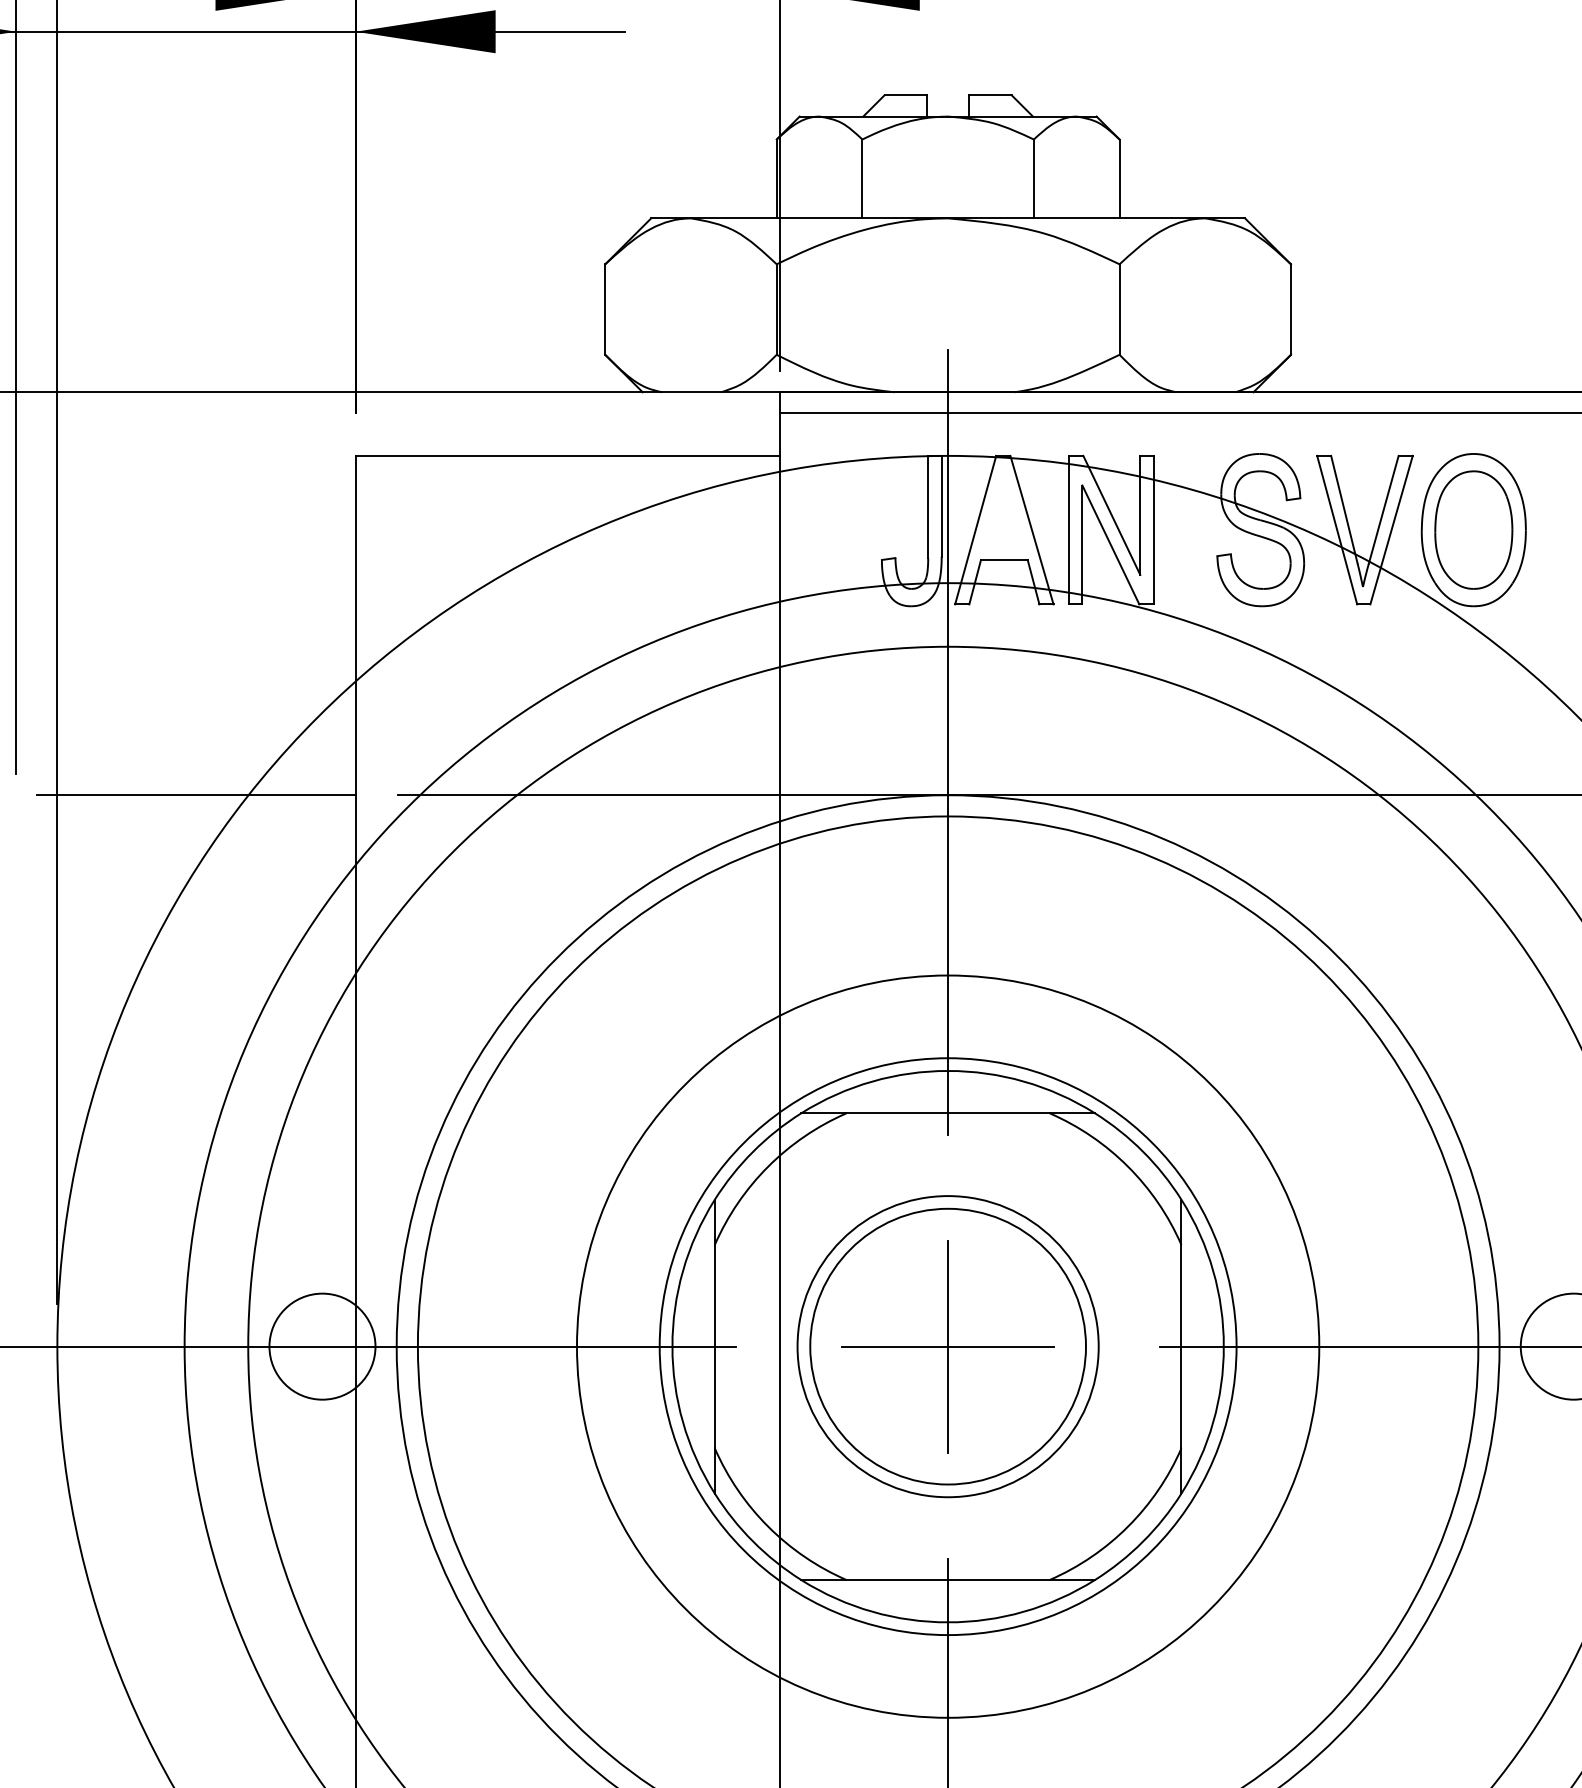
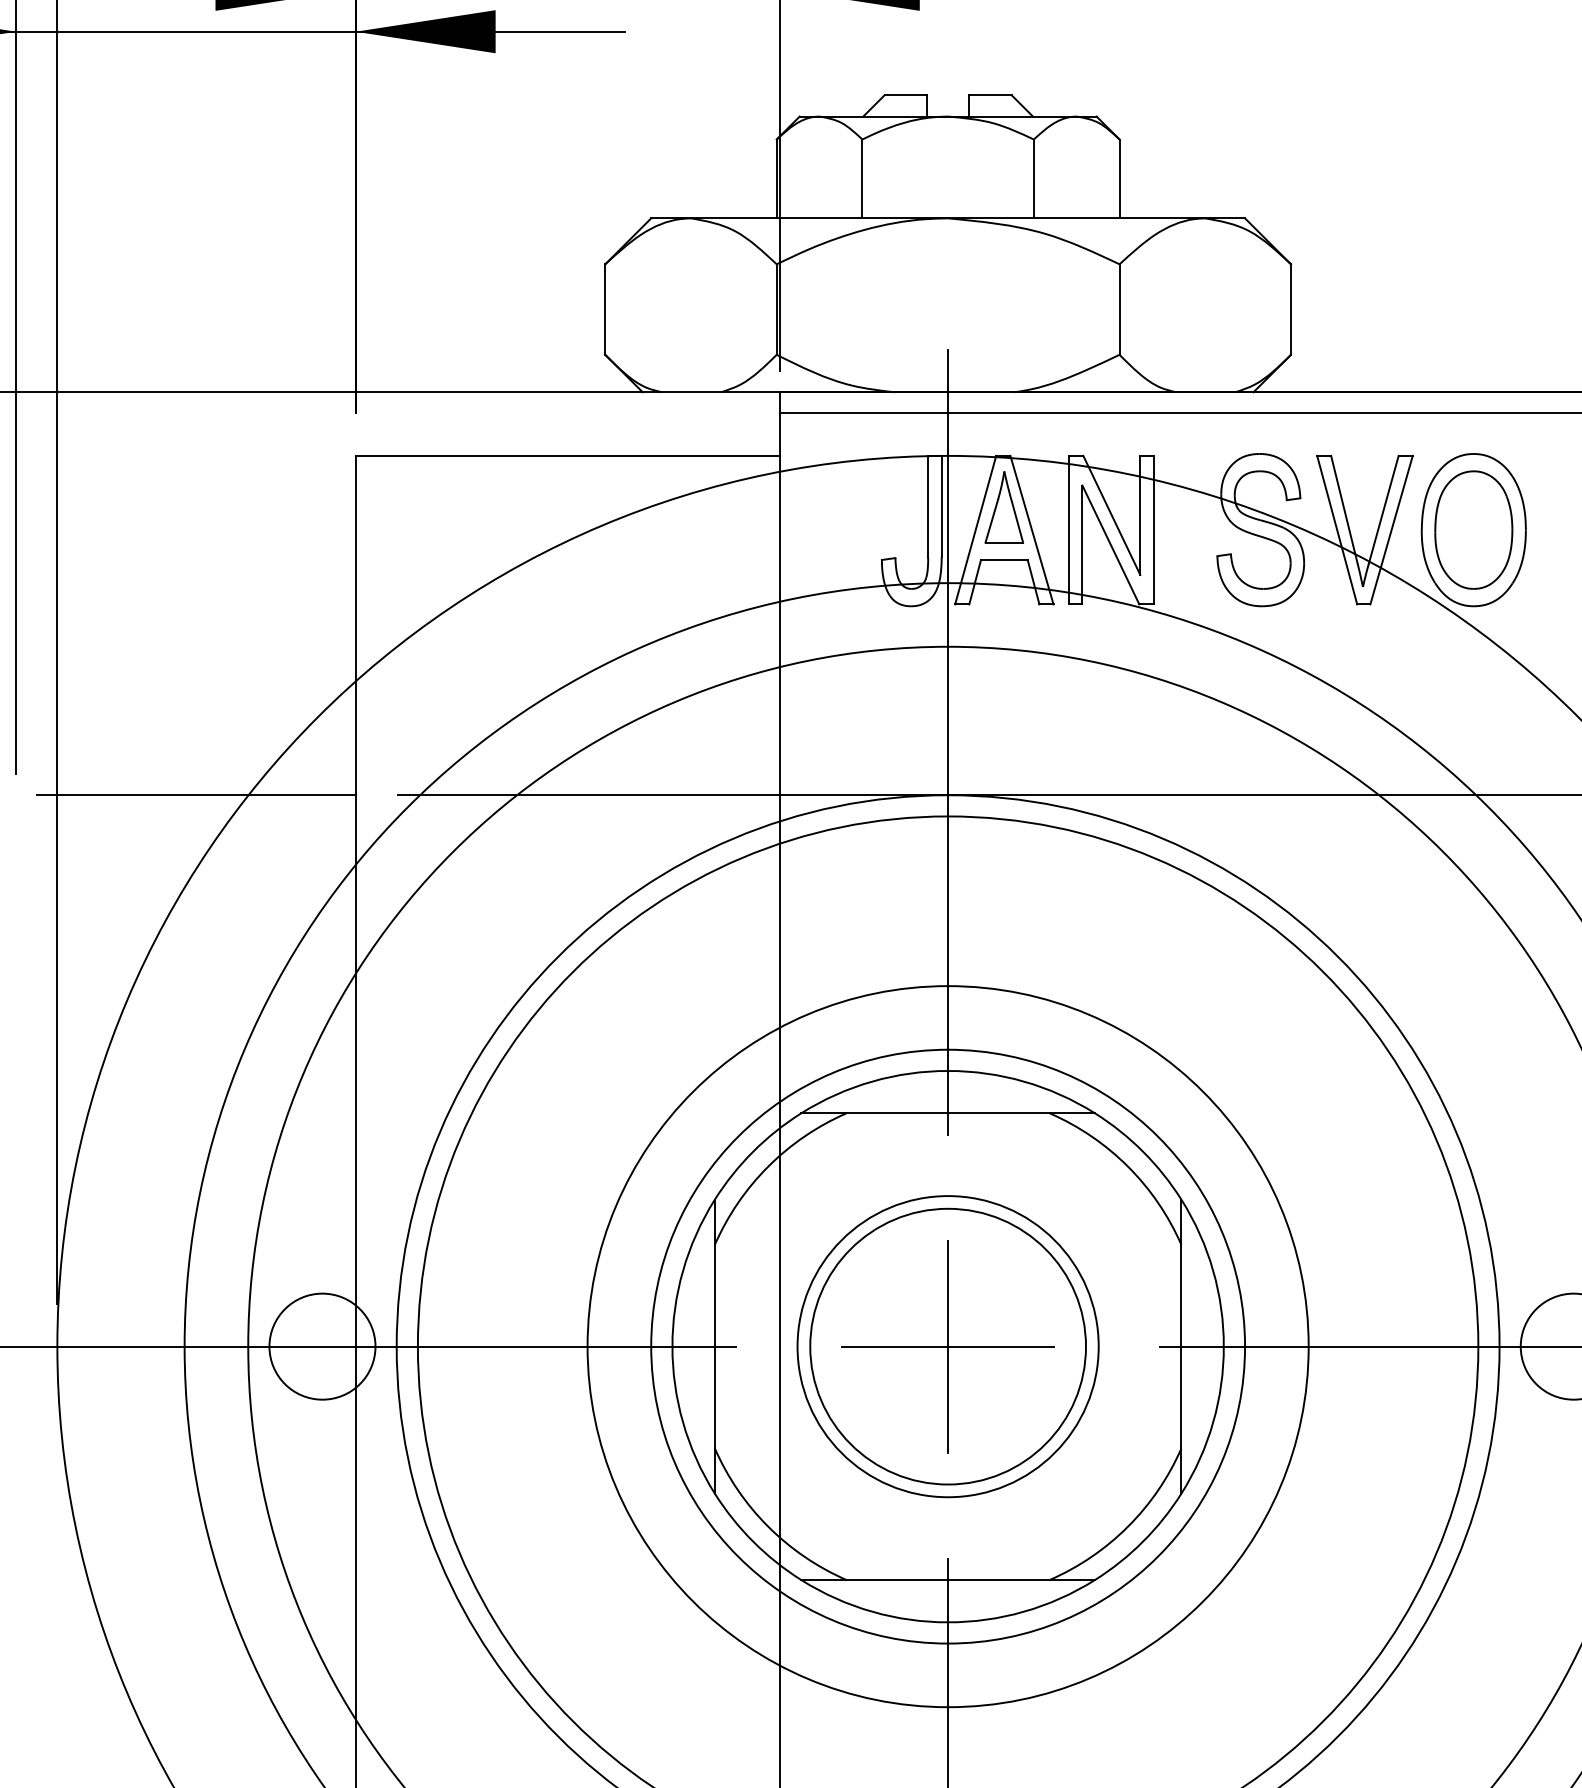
part at (1003, 507): none -> present
circle at (947, 1346) diameter: 577 px -> 721 px
circle at (947, 1346) diameter: 742 px -> 594 px
